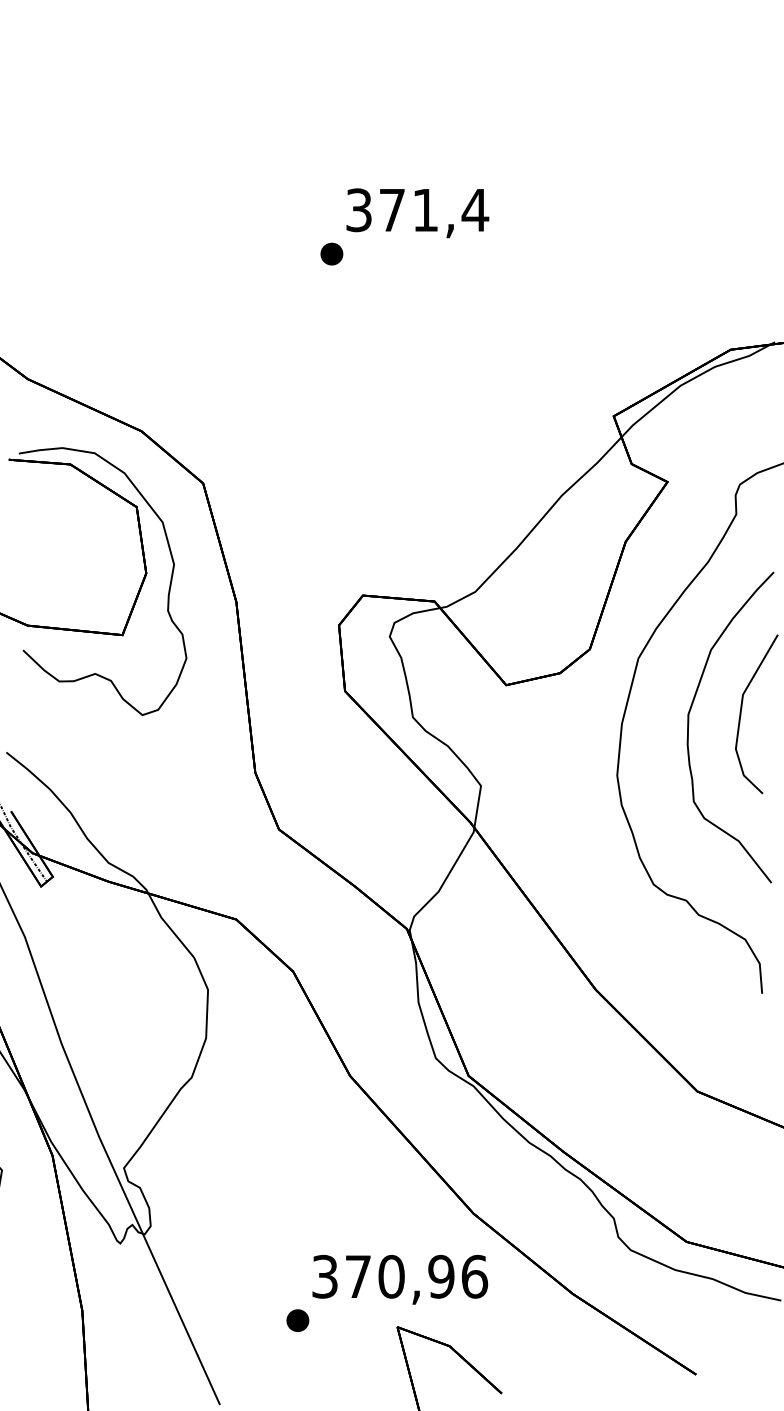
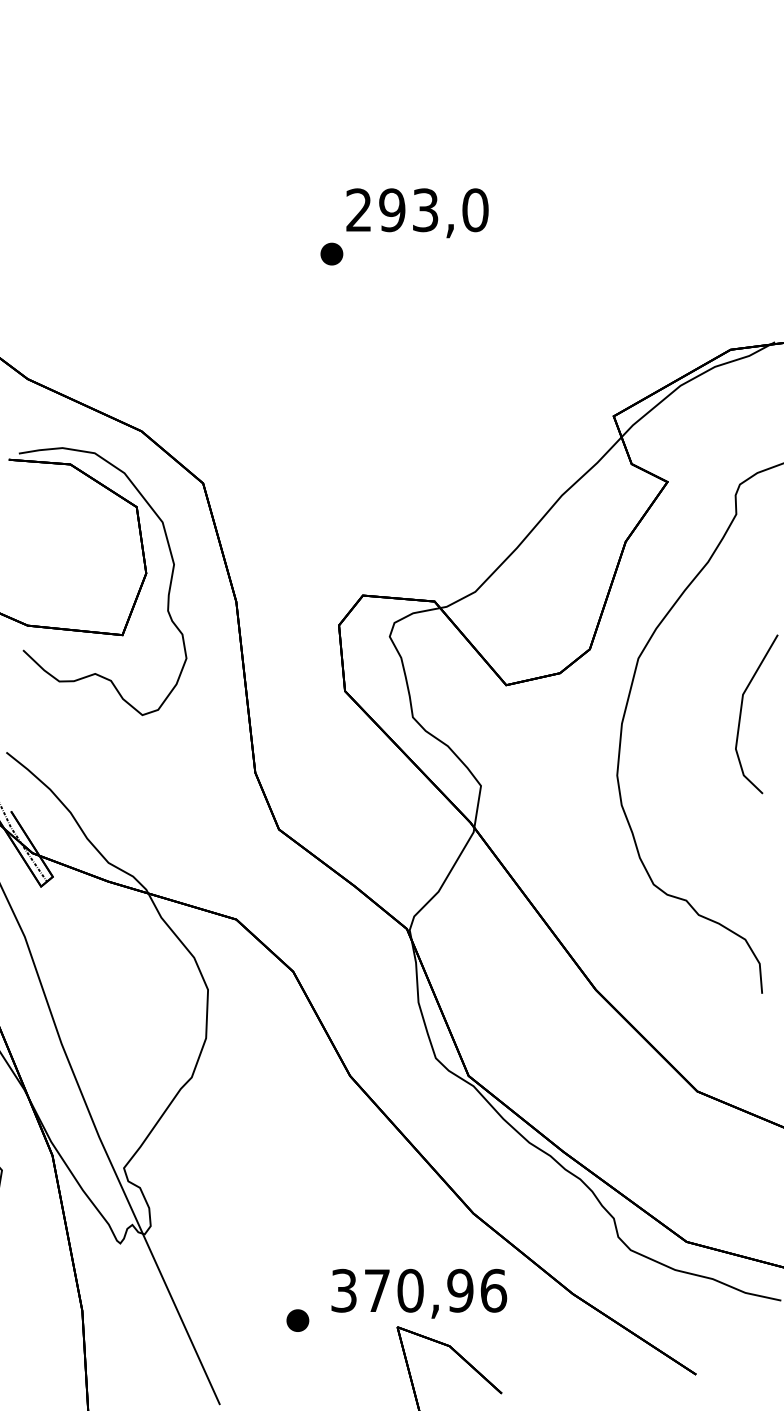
text at (417, 210): 371,4 -> 293,0
curve at (689, 725): present -> none
text at (400, 1279) position: (400, 1279) -> (419, 1293)
